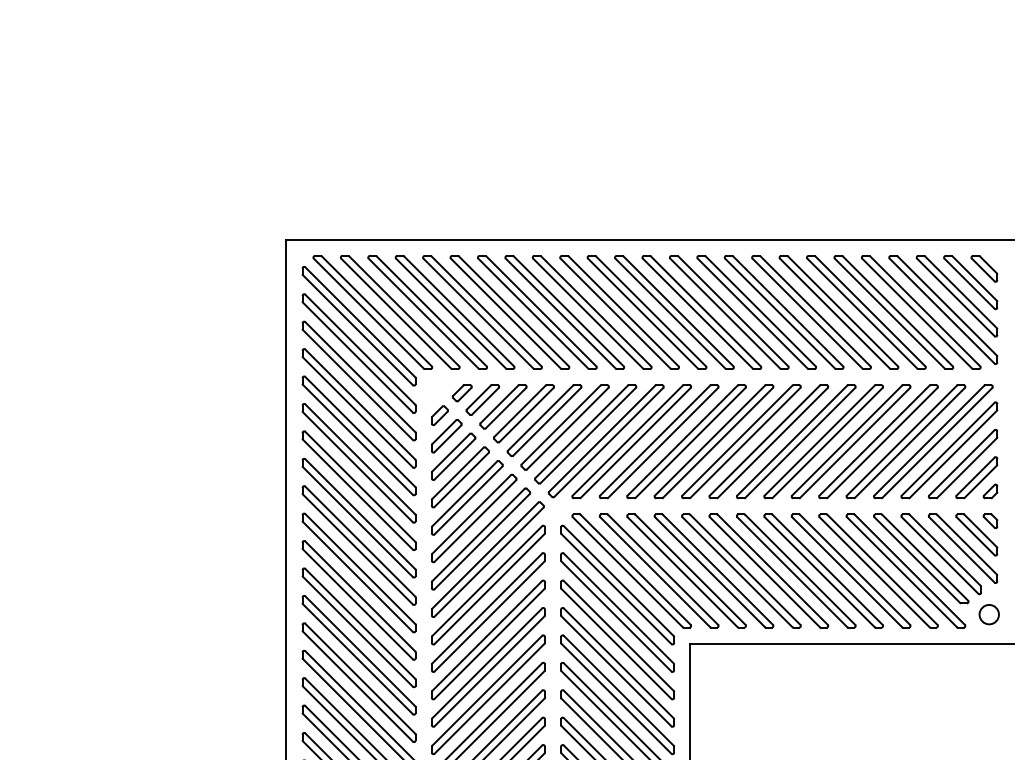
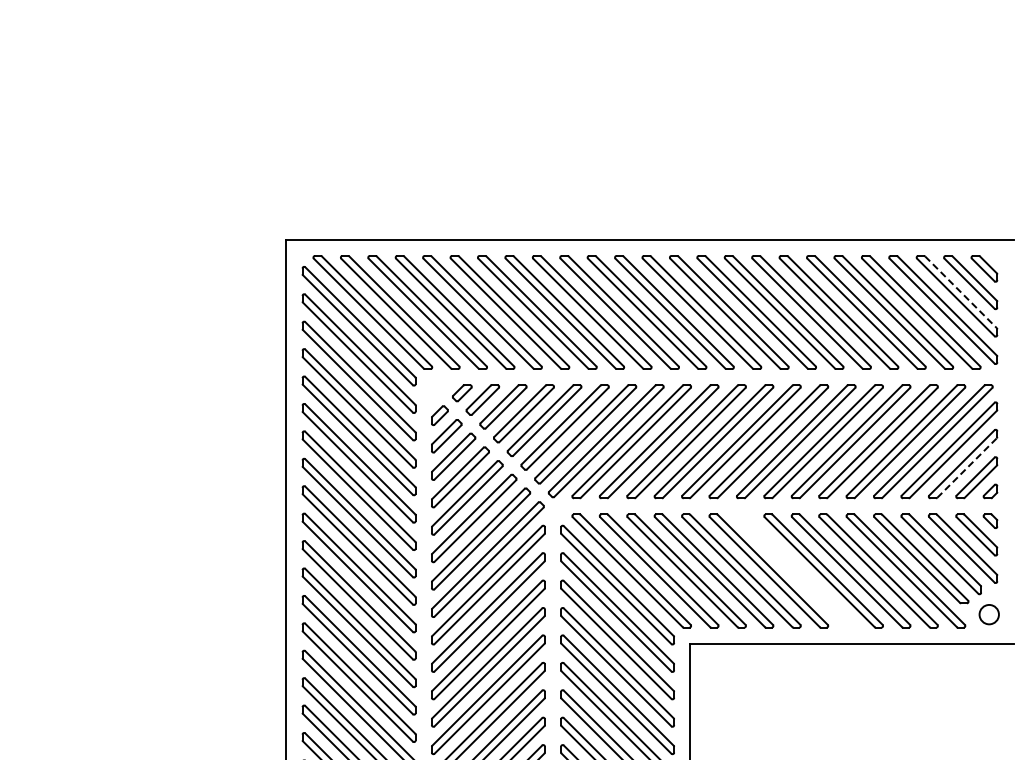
line at (961, 292): solid -> dashed
line at (967, 467): solid -> dashed
part at (796, 570): present -> none
